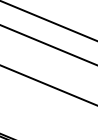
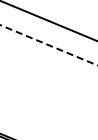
line at (48, 45): solid -> dashed
line at (48, 85): present -> none
